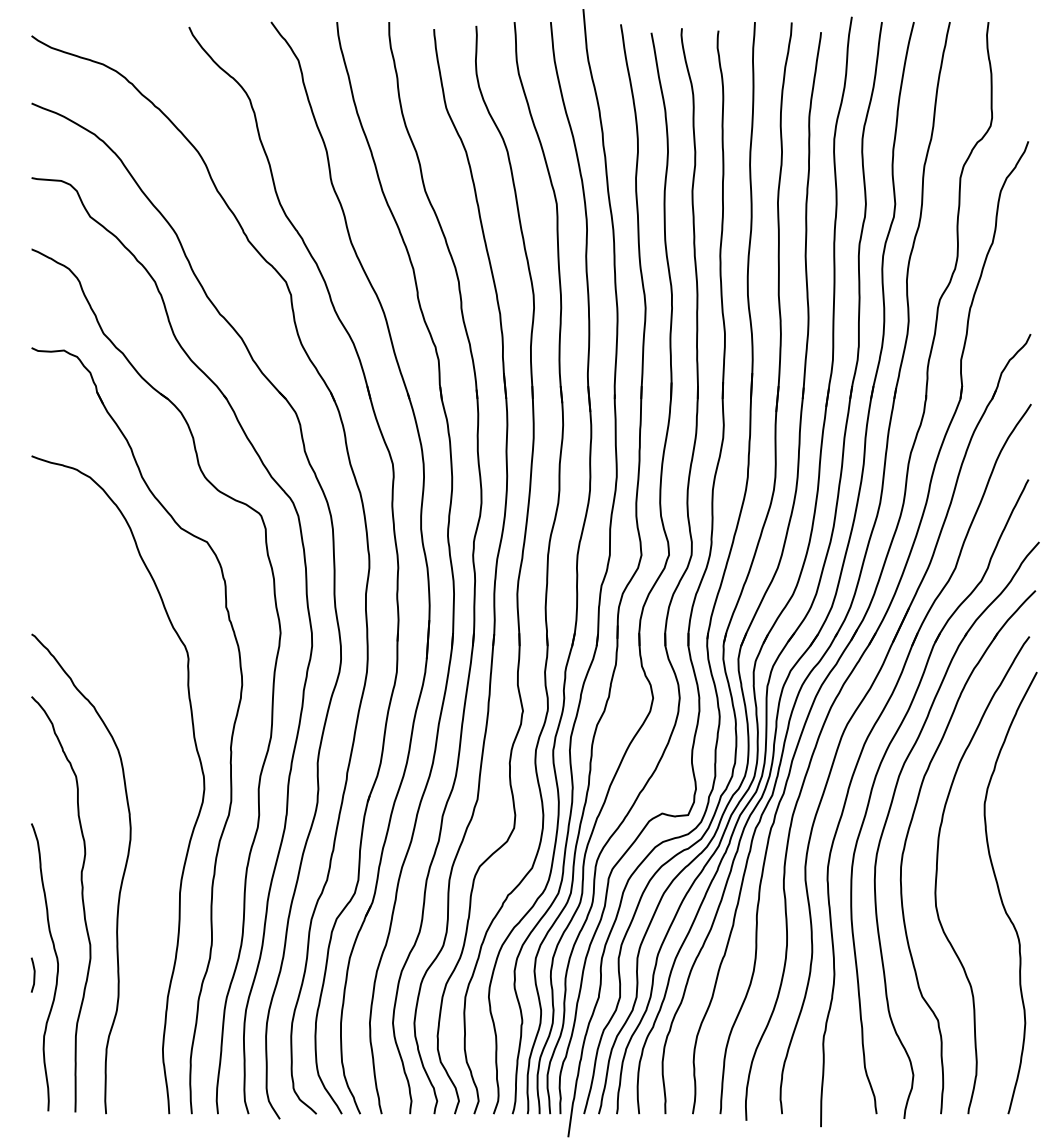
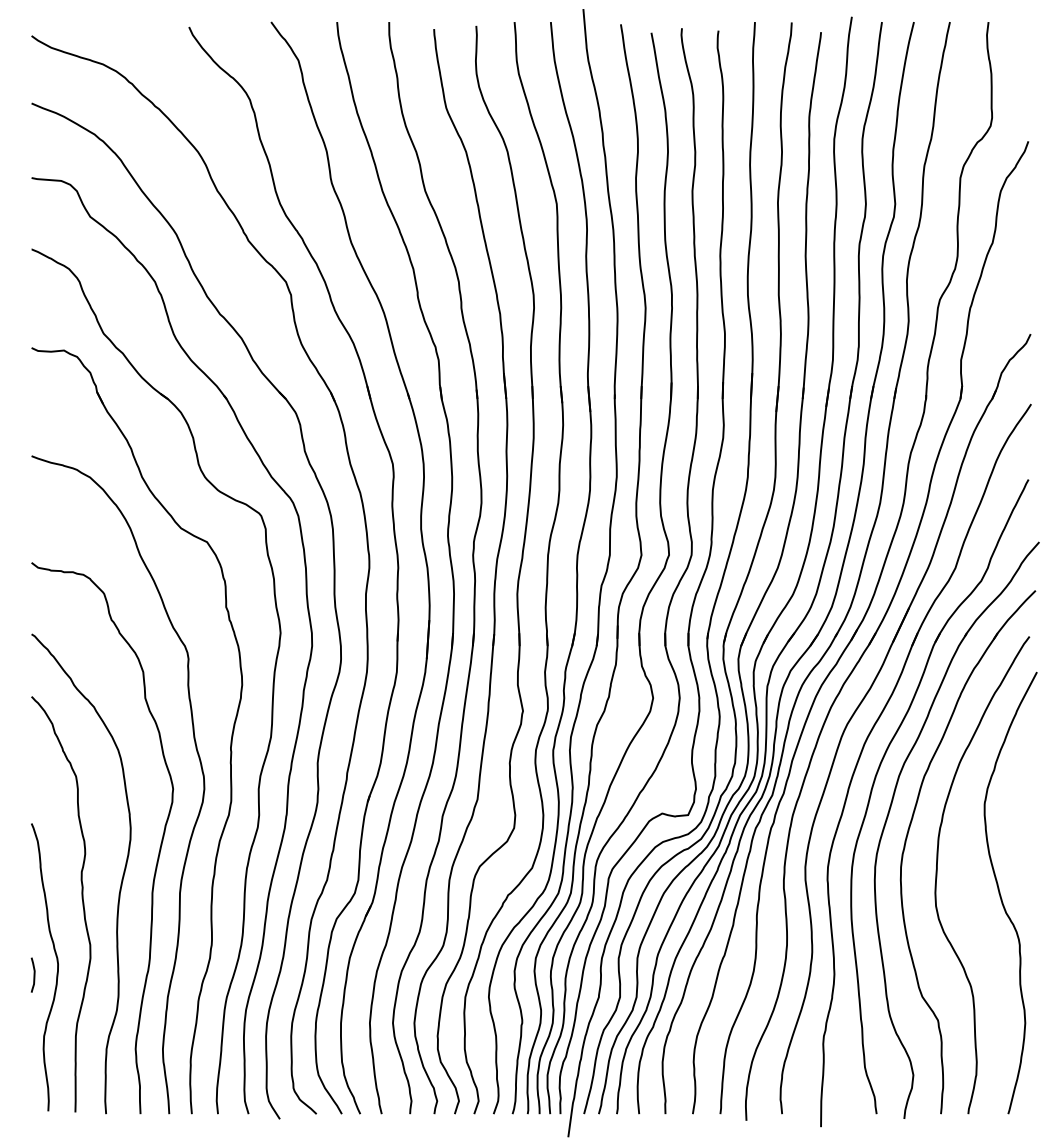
curve at (159, 847): none -> present
